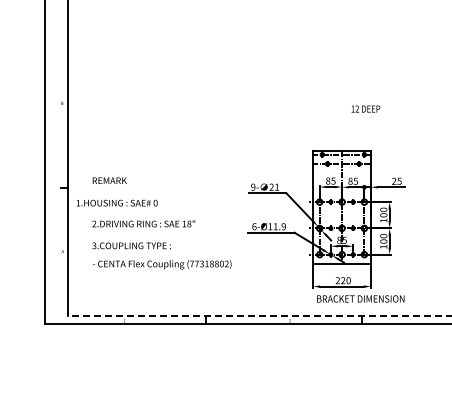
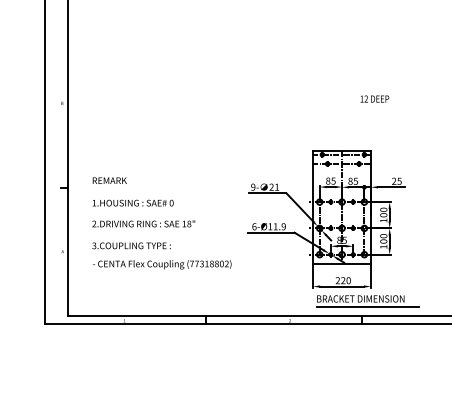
text at (365, 108) position: (365, 108) -> (374, 98)
text at (116, 202) position: (116, 202) -> (132, 202)
line at (367, 306): none -> present
line at (259, 316): dashed -> solid
